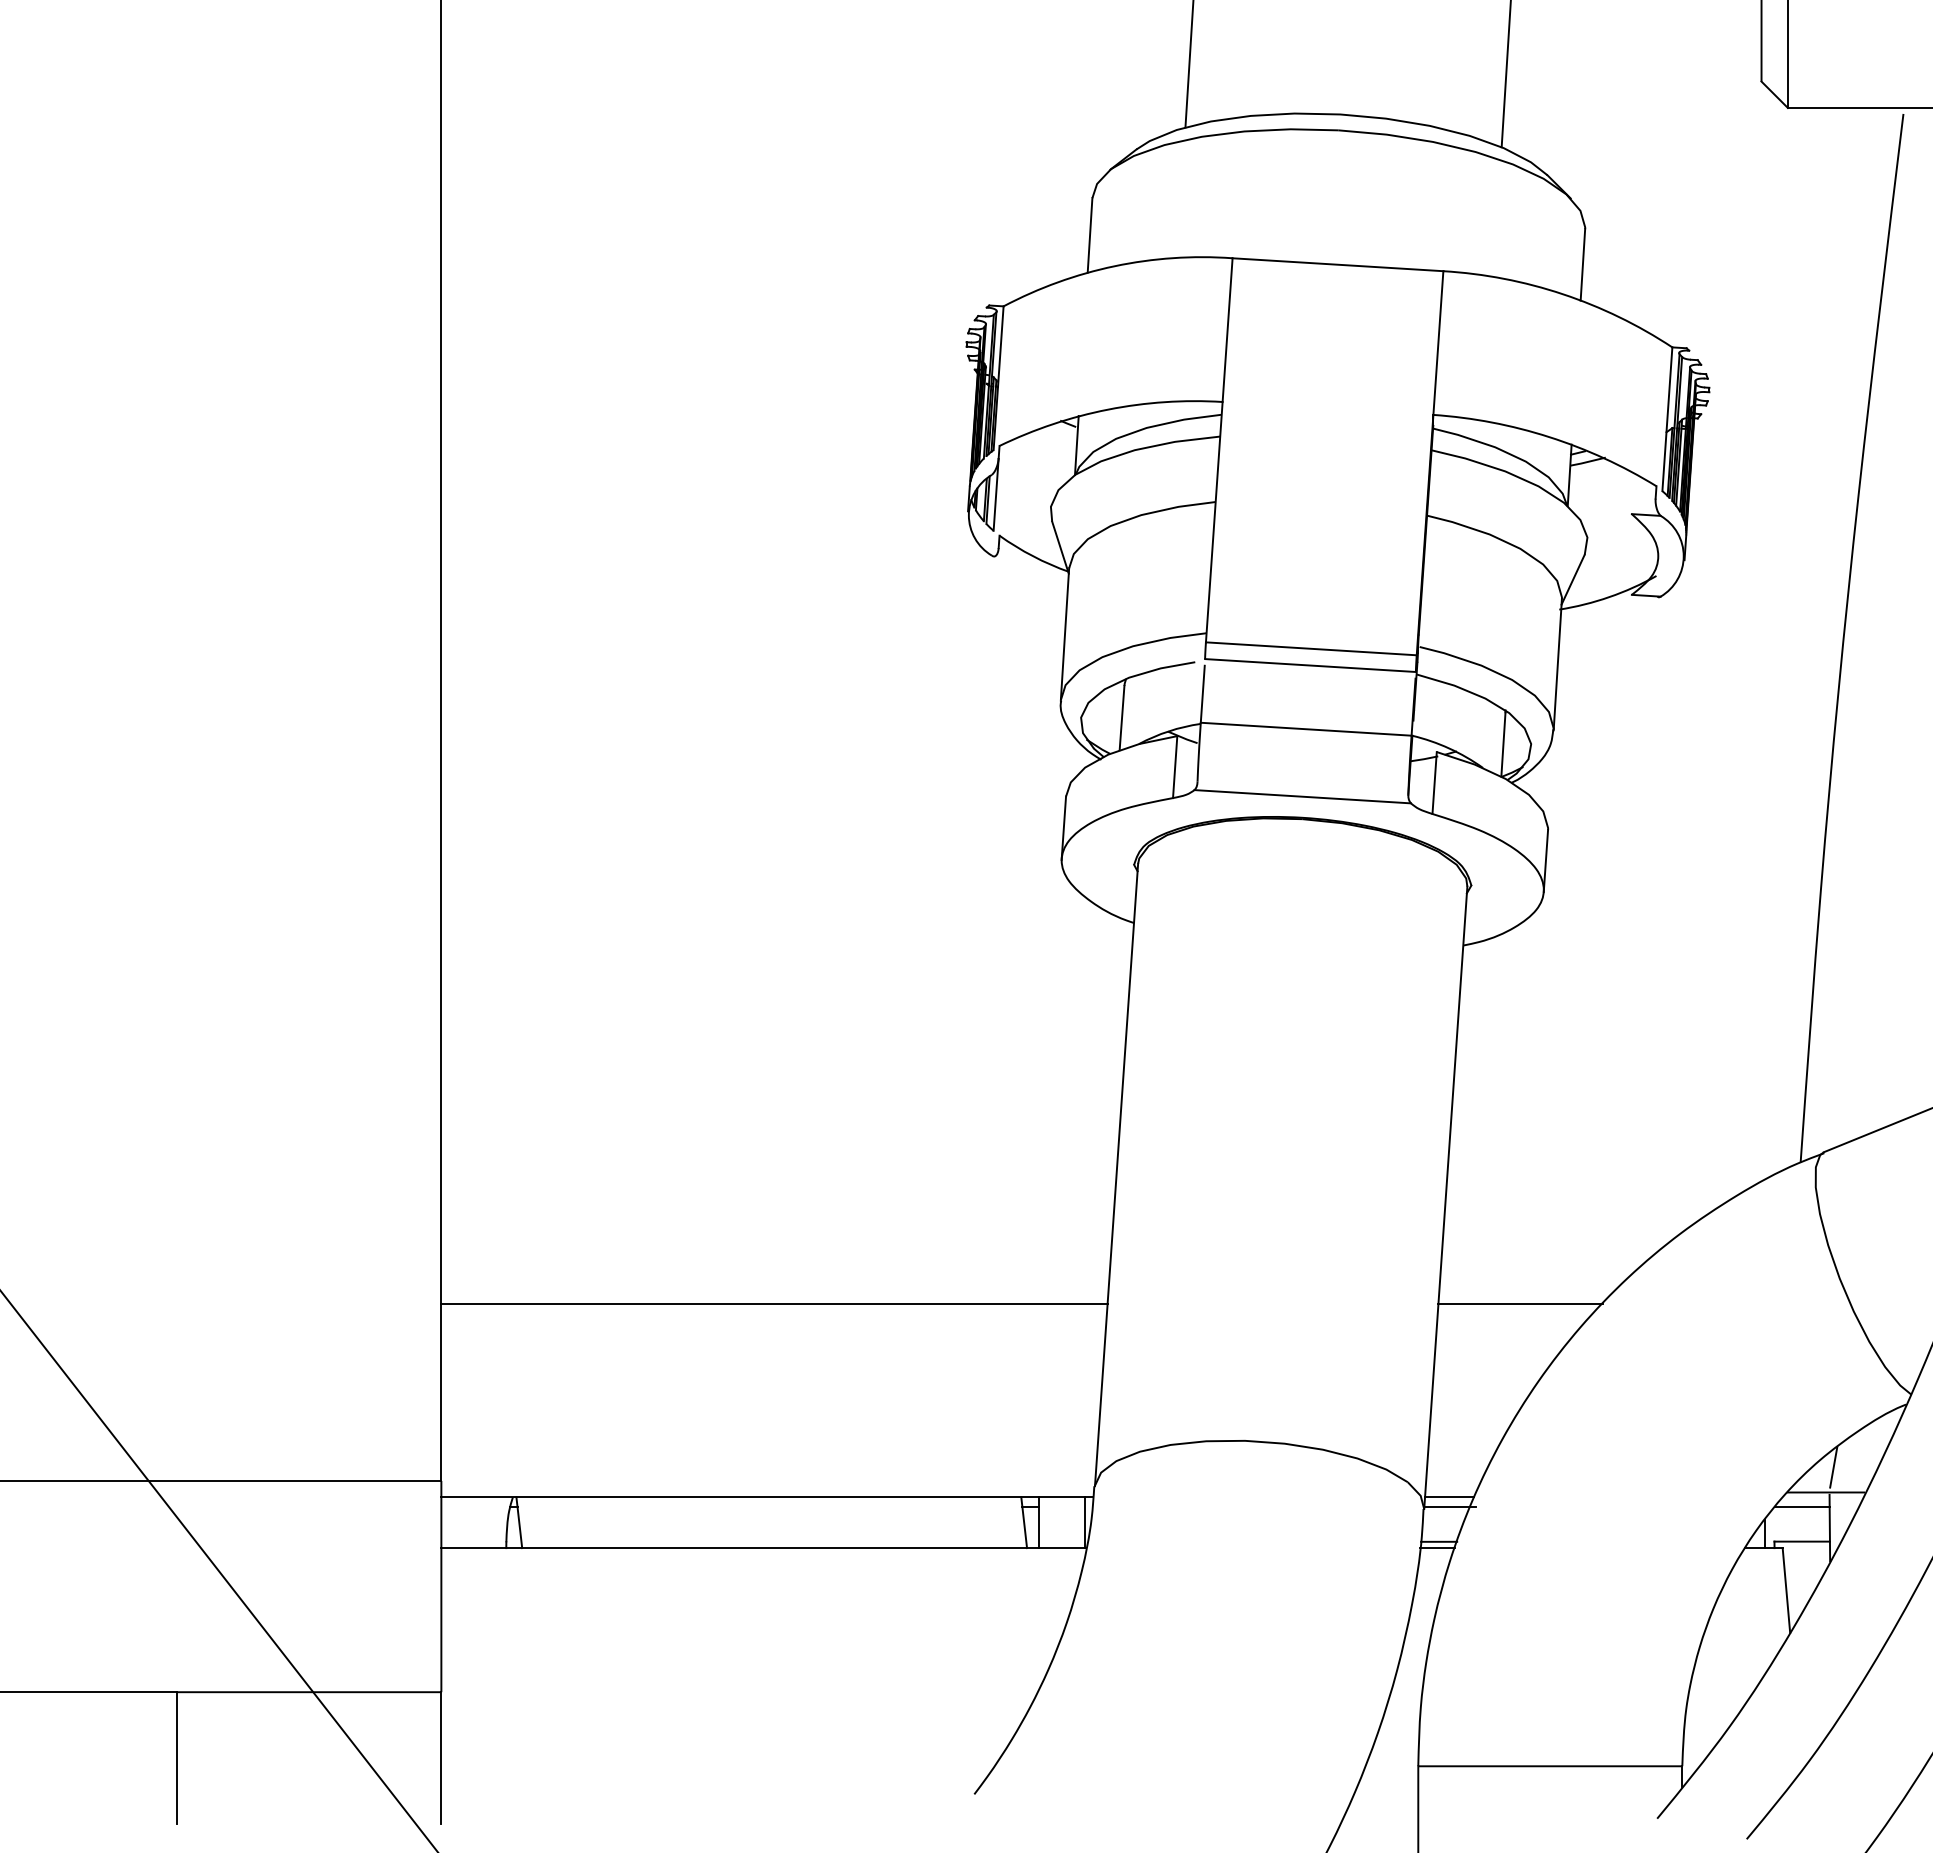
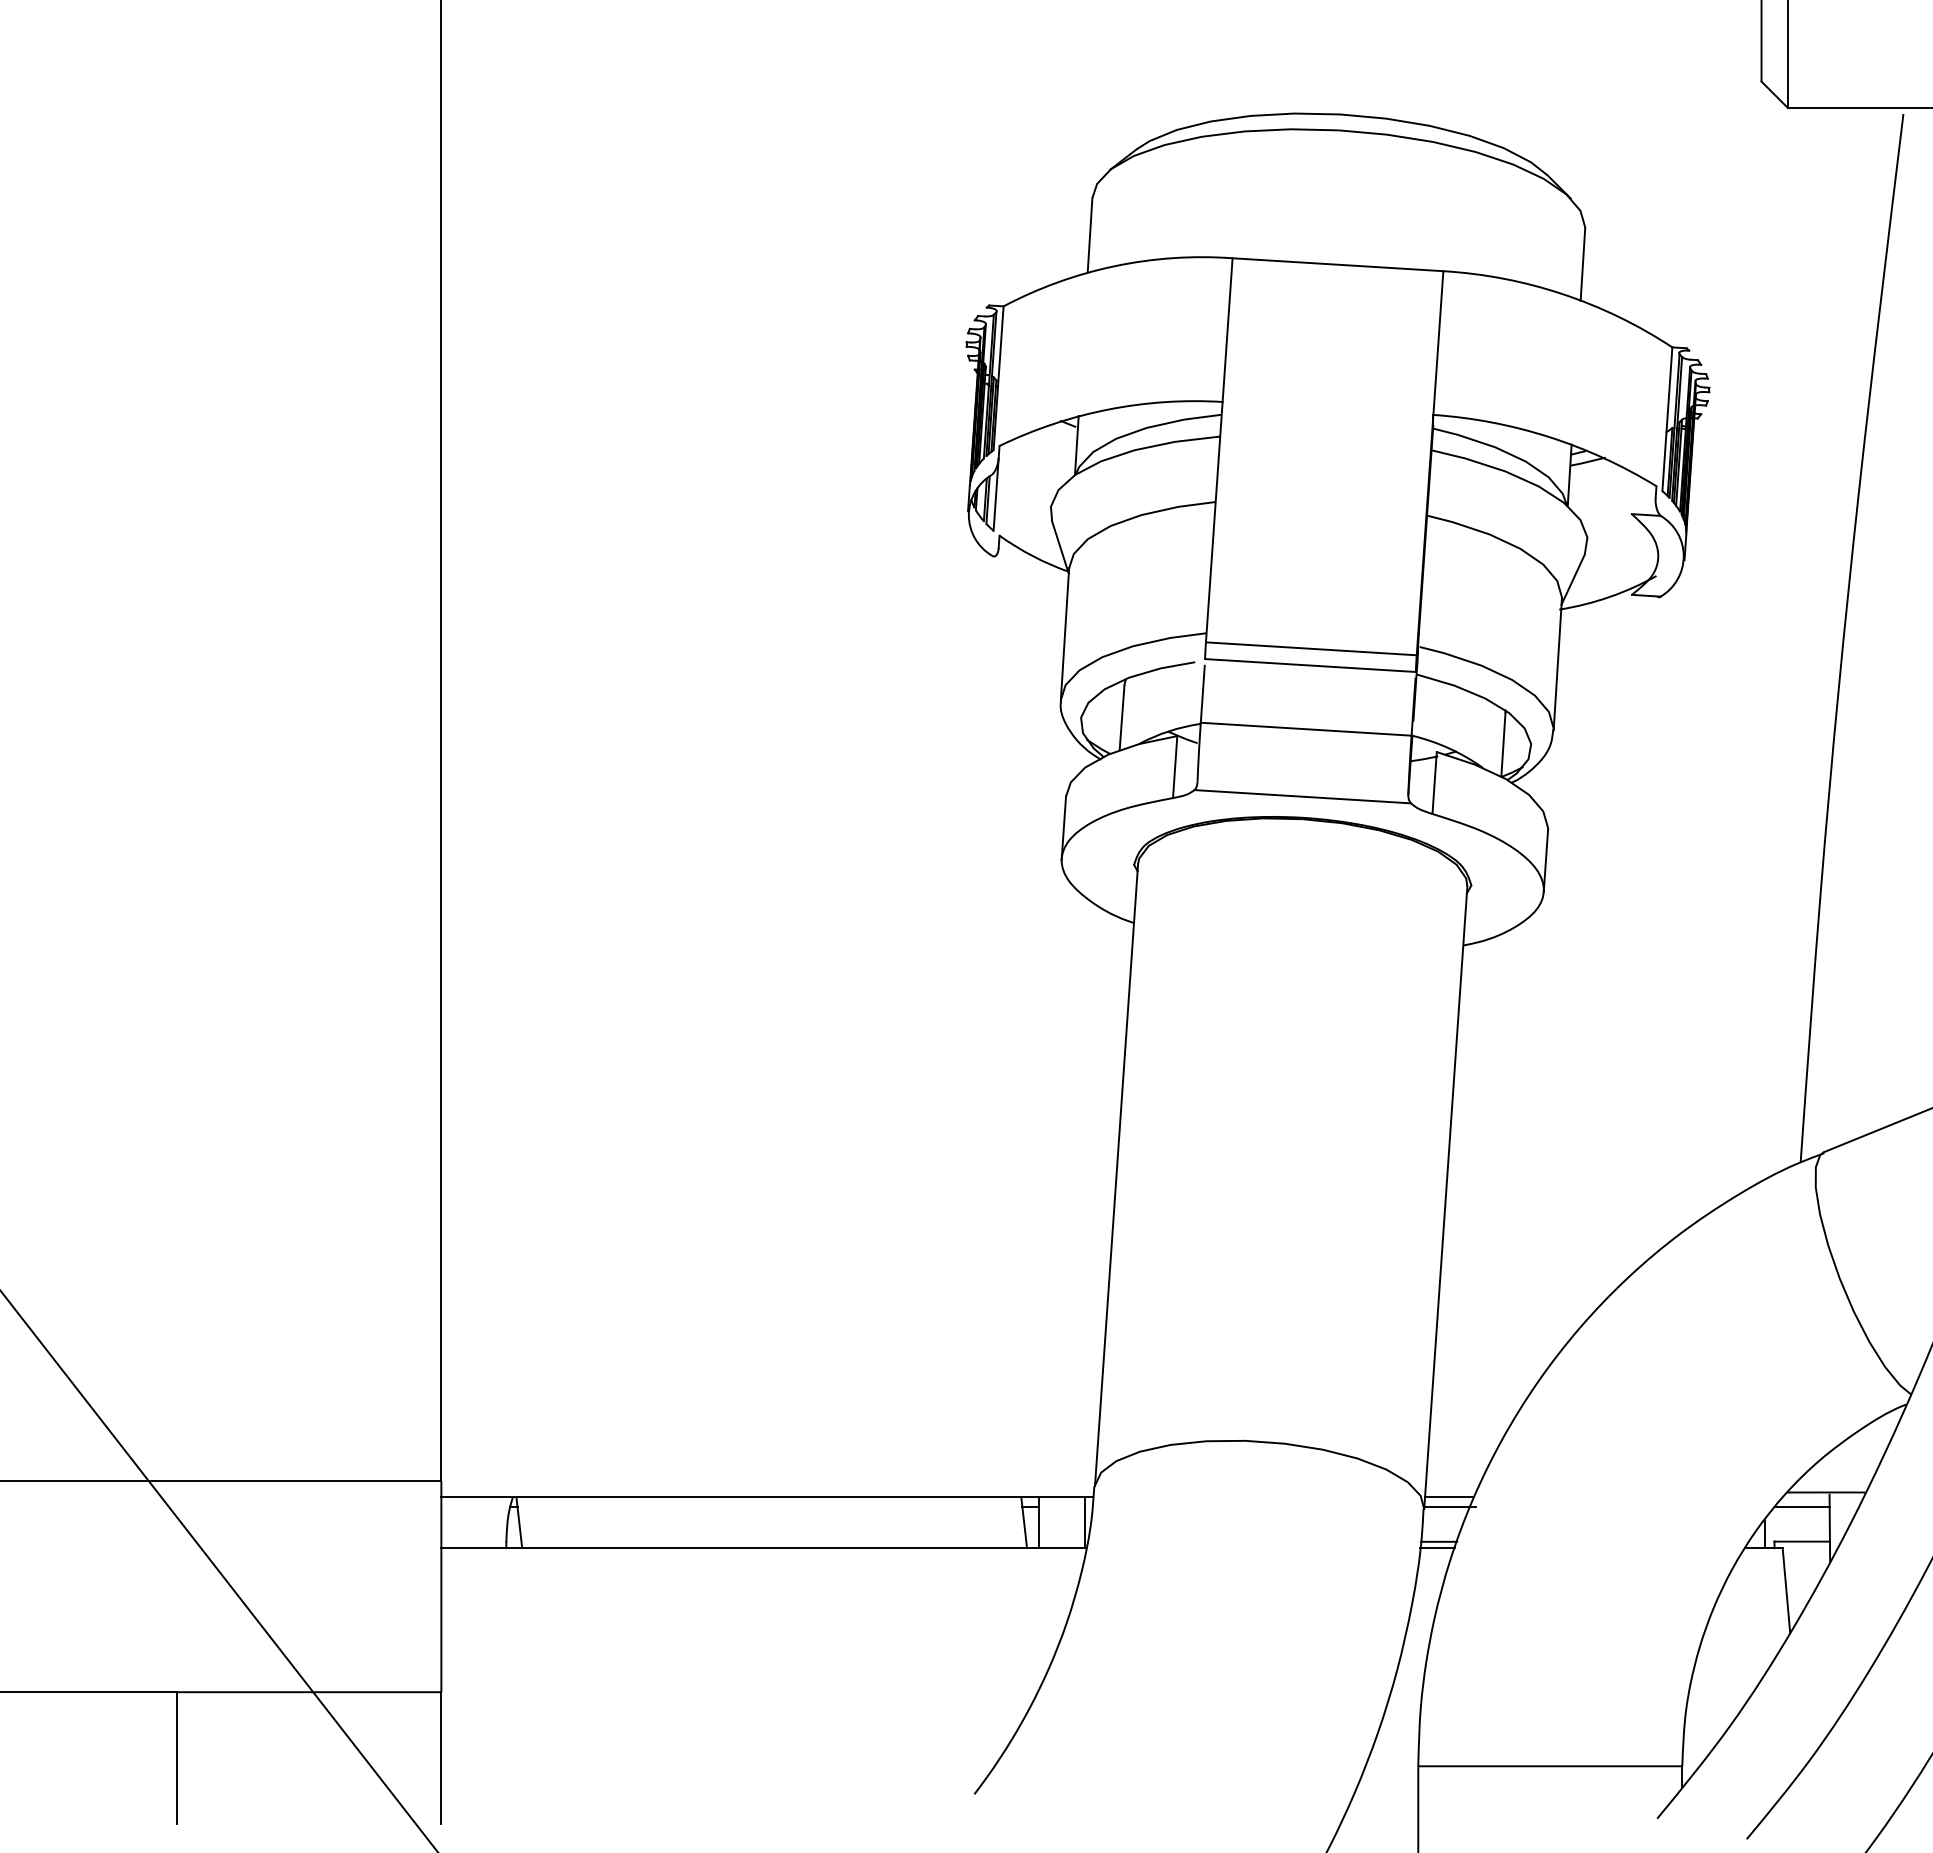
line at (1189, 64): present -> none
line at (1505, 74): present -> none
line at (774, 1303): present -> none
line at (1520, 1303): present -> none
line at (1833, 1467): present -> none
